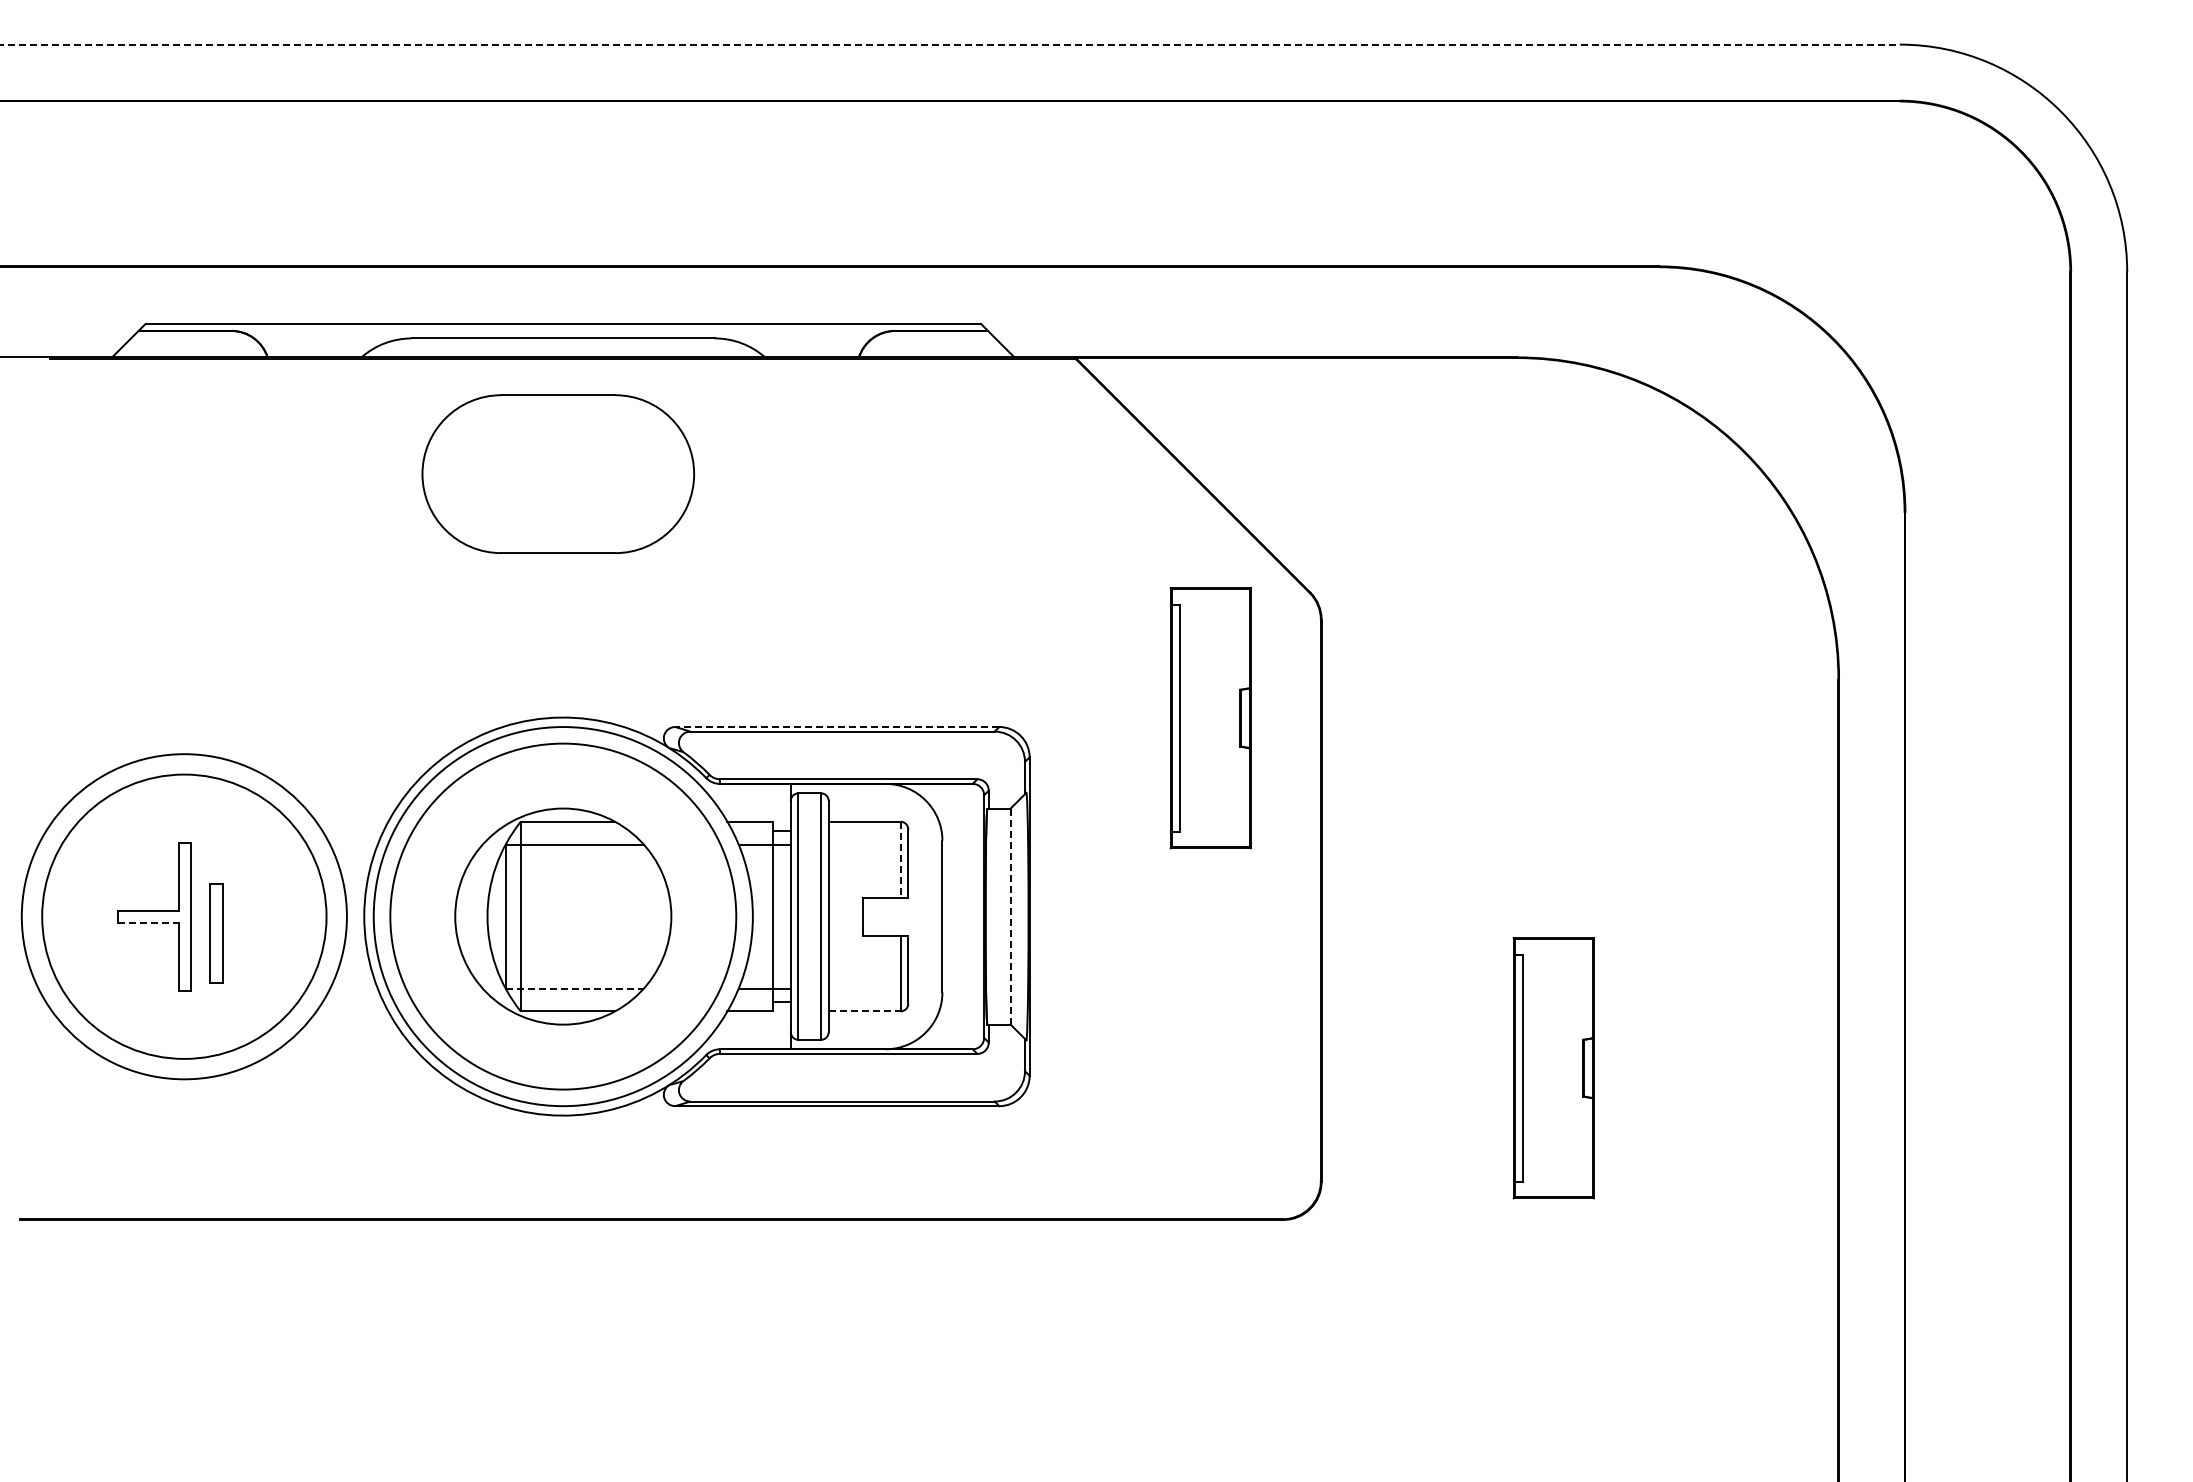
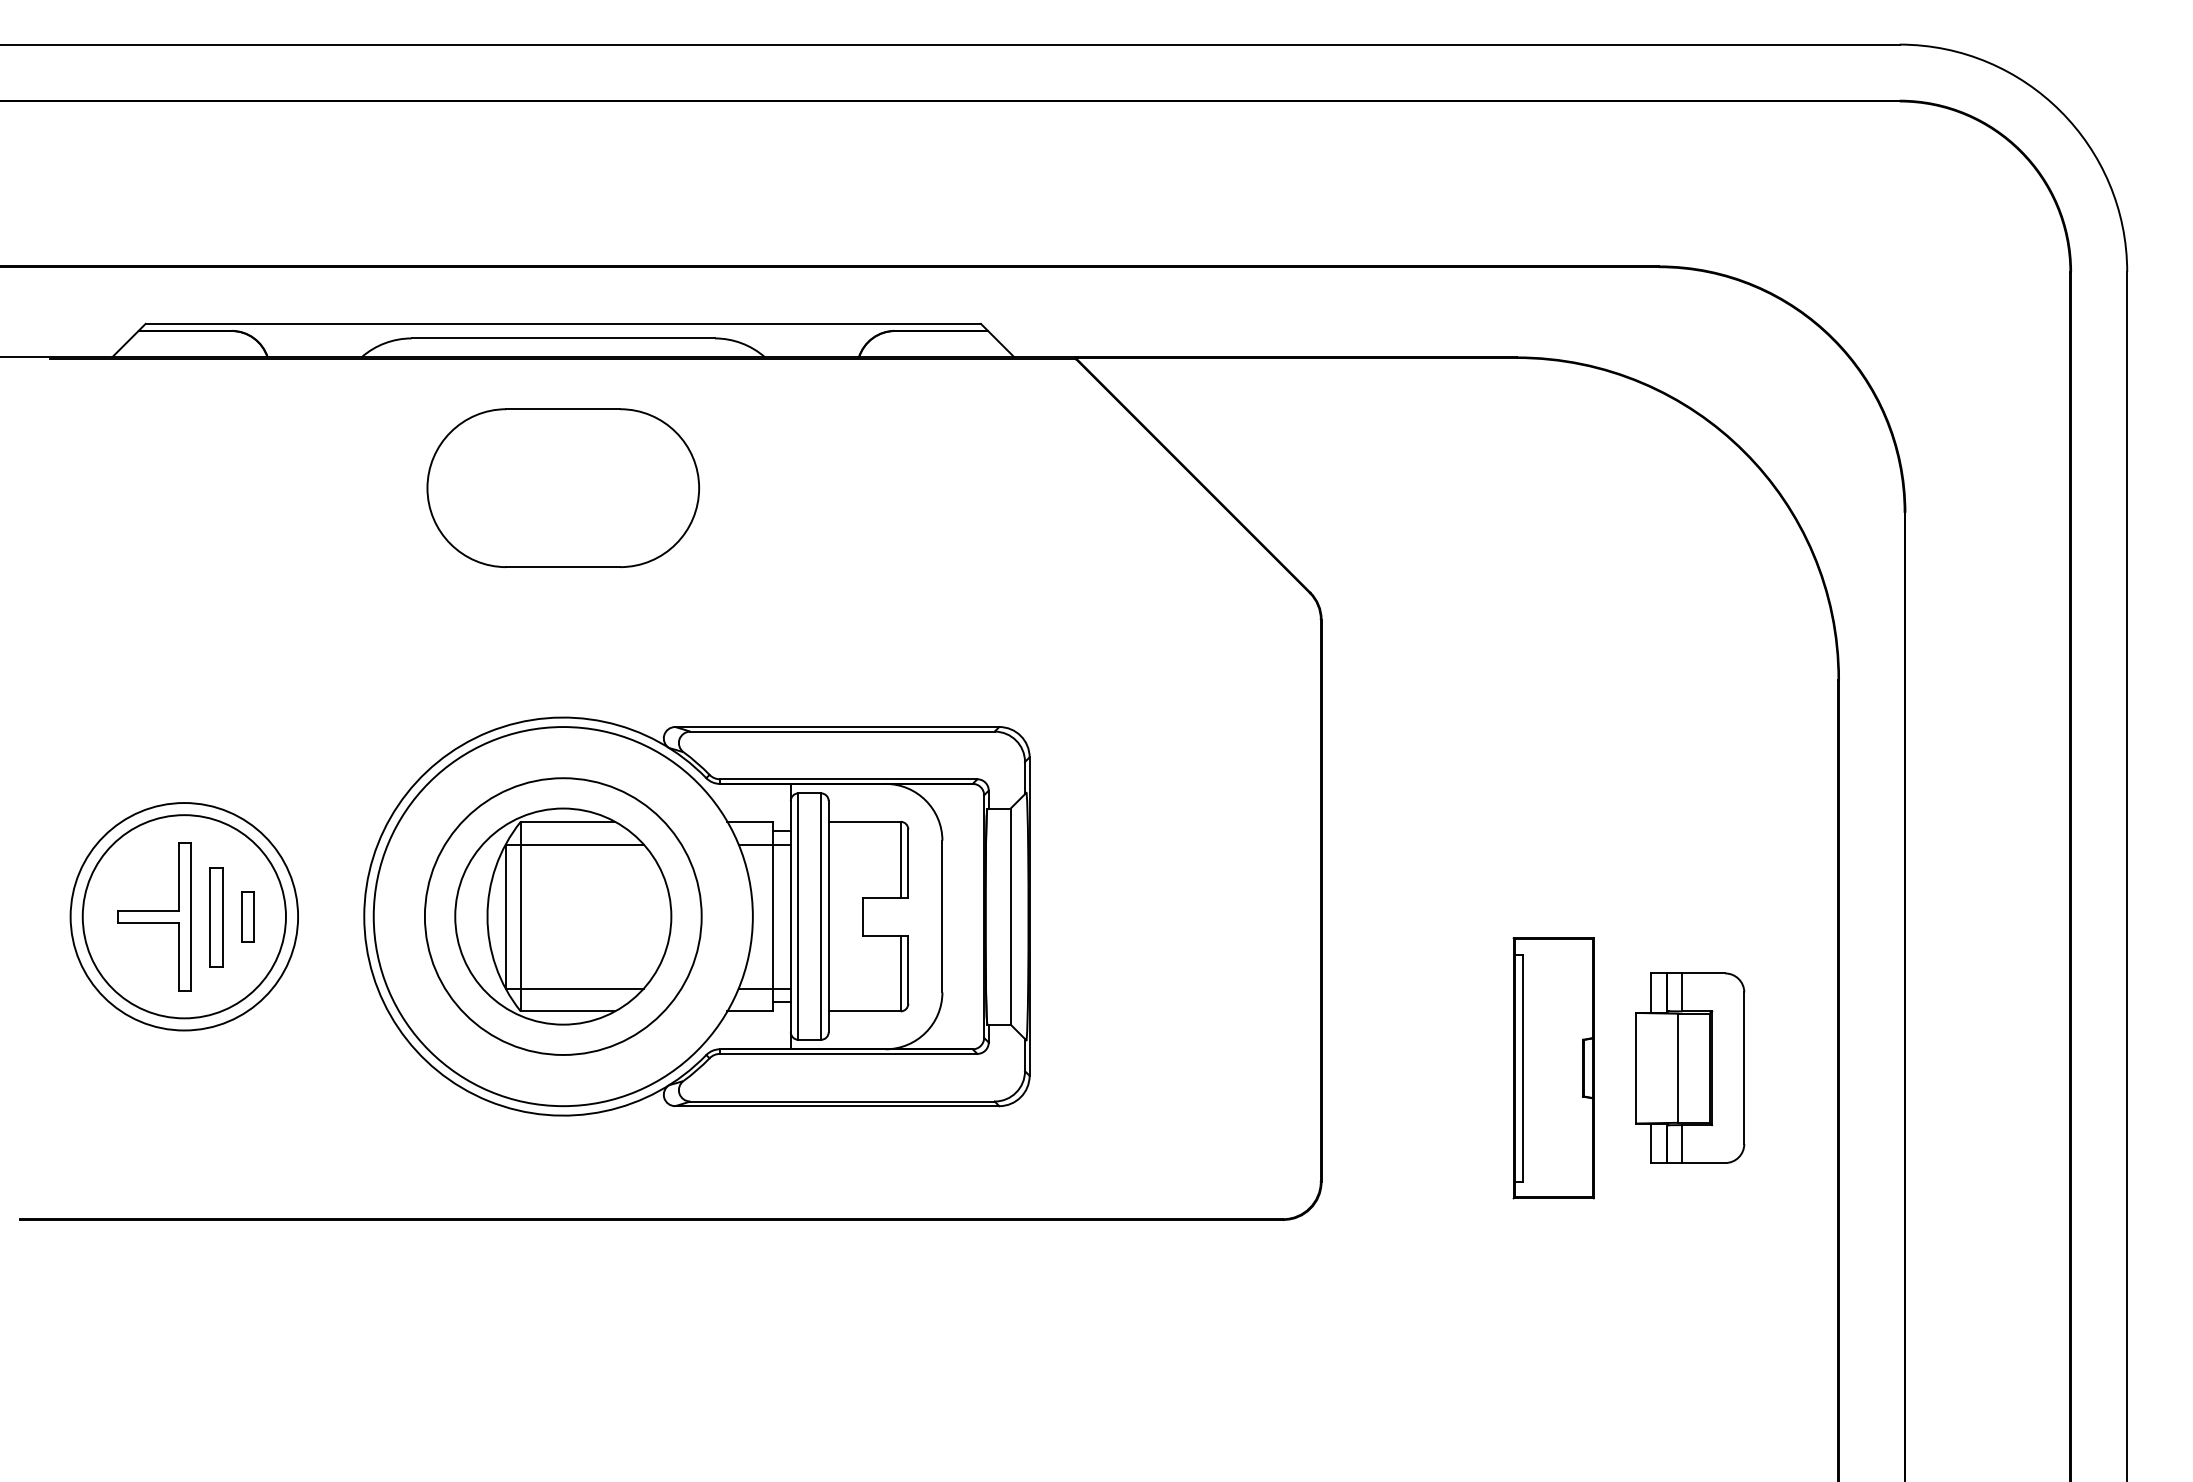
line at (950, 44): dashed -> solid
part at (557, 473) position: (557, 473) -> (562, 487)
part at (1210, 718): present -> none
line at (836, 727): dashed -> solid
line at (900, 859): dashed -> solid
circle at (183, 916) diameter: 325 px -> 203 px
circle at (184, 916) diameter: 284 px -> 227 px
part at (247, 916): none -> present
circle at (563, 916) diameter: 346 px -> 277 px
line at (1010, 917): dashed -> solid
line at (148, 922): dashed -> solid
part at (216, 933) position: (216, 933) -> (216, 917)
line at (575, 988): dashed -> solid
line at (865, 1011): dashed -> solid
part at (1690, 1067): none -> present
